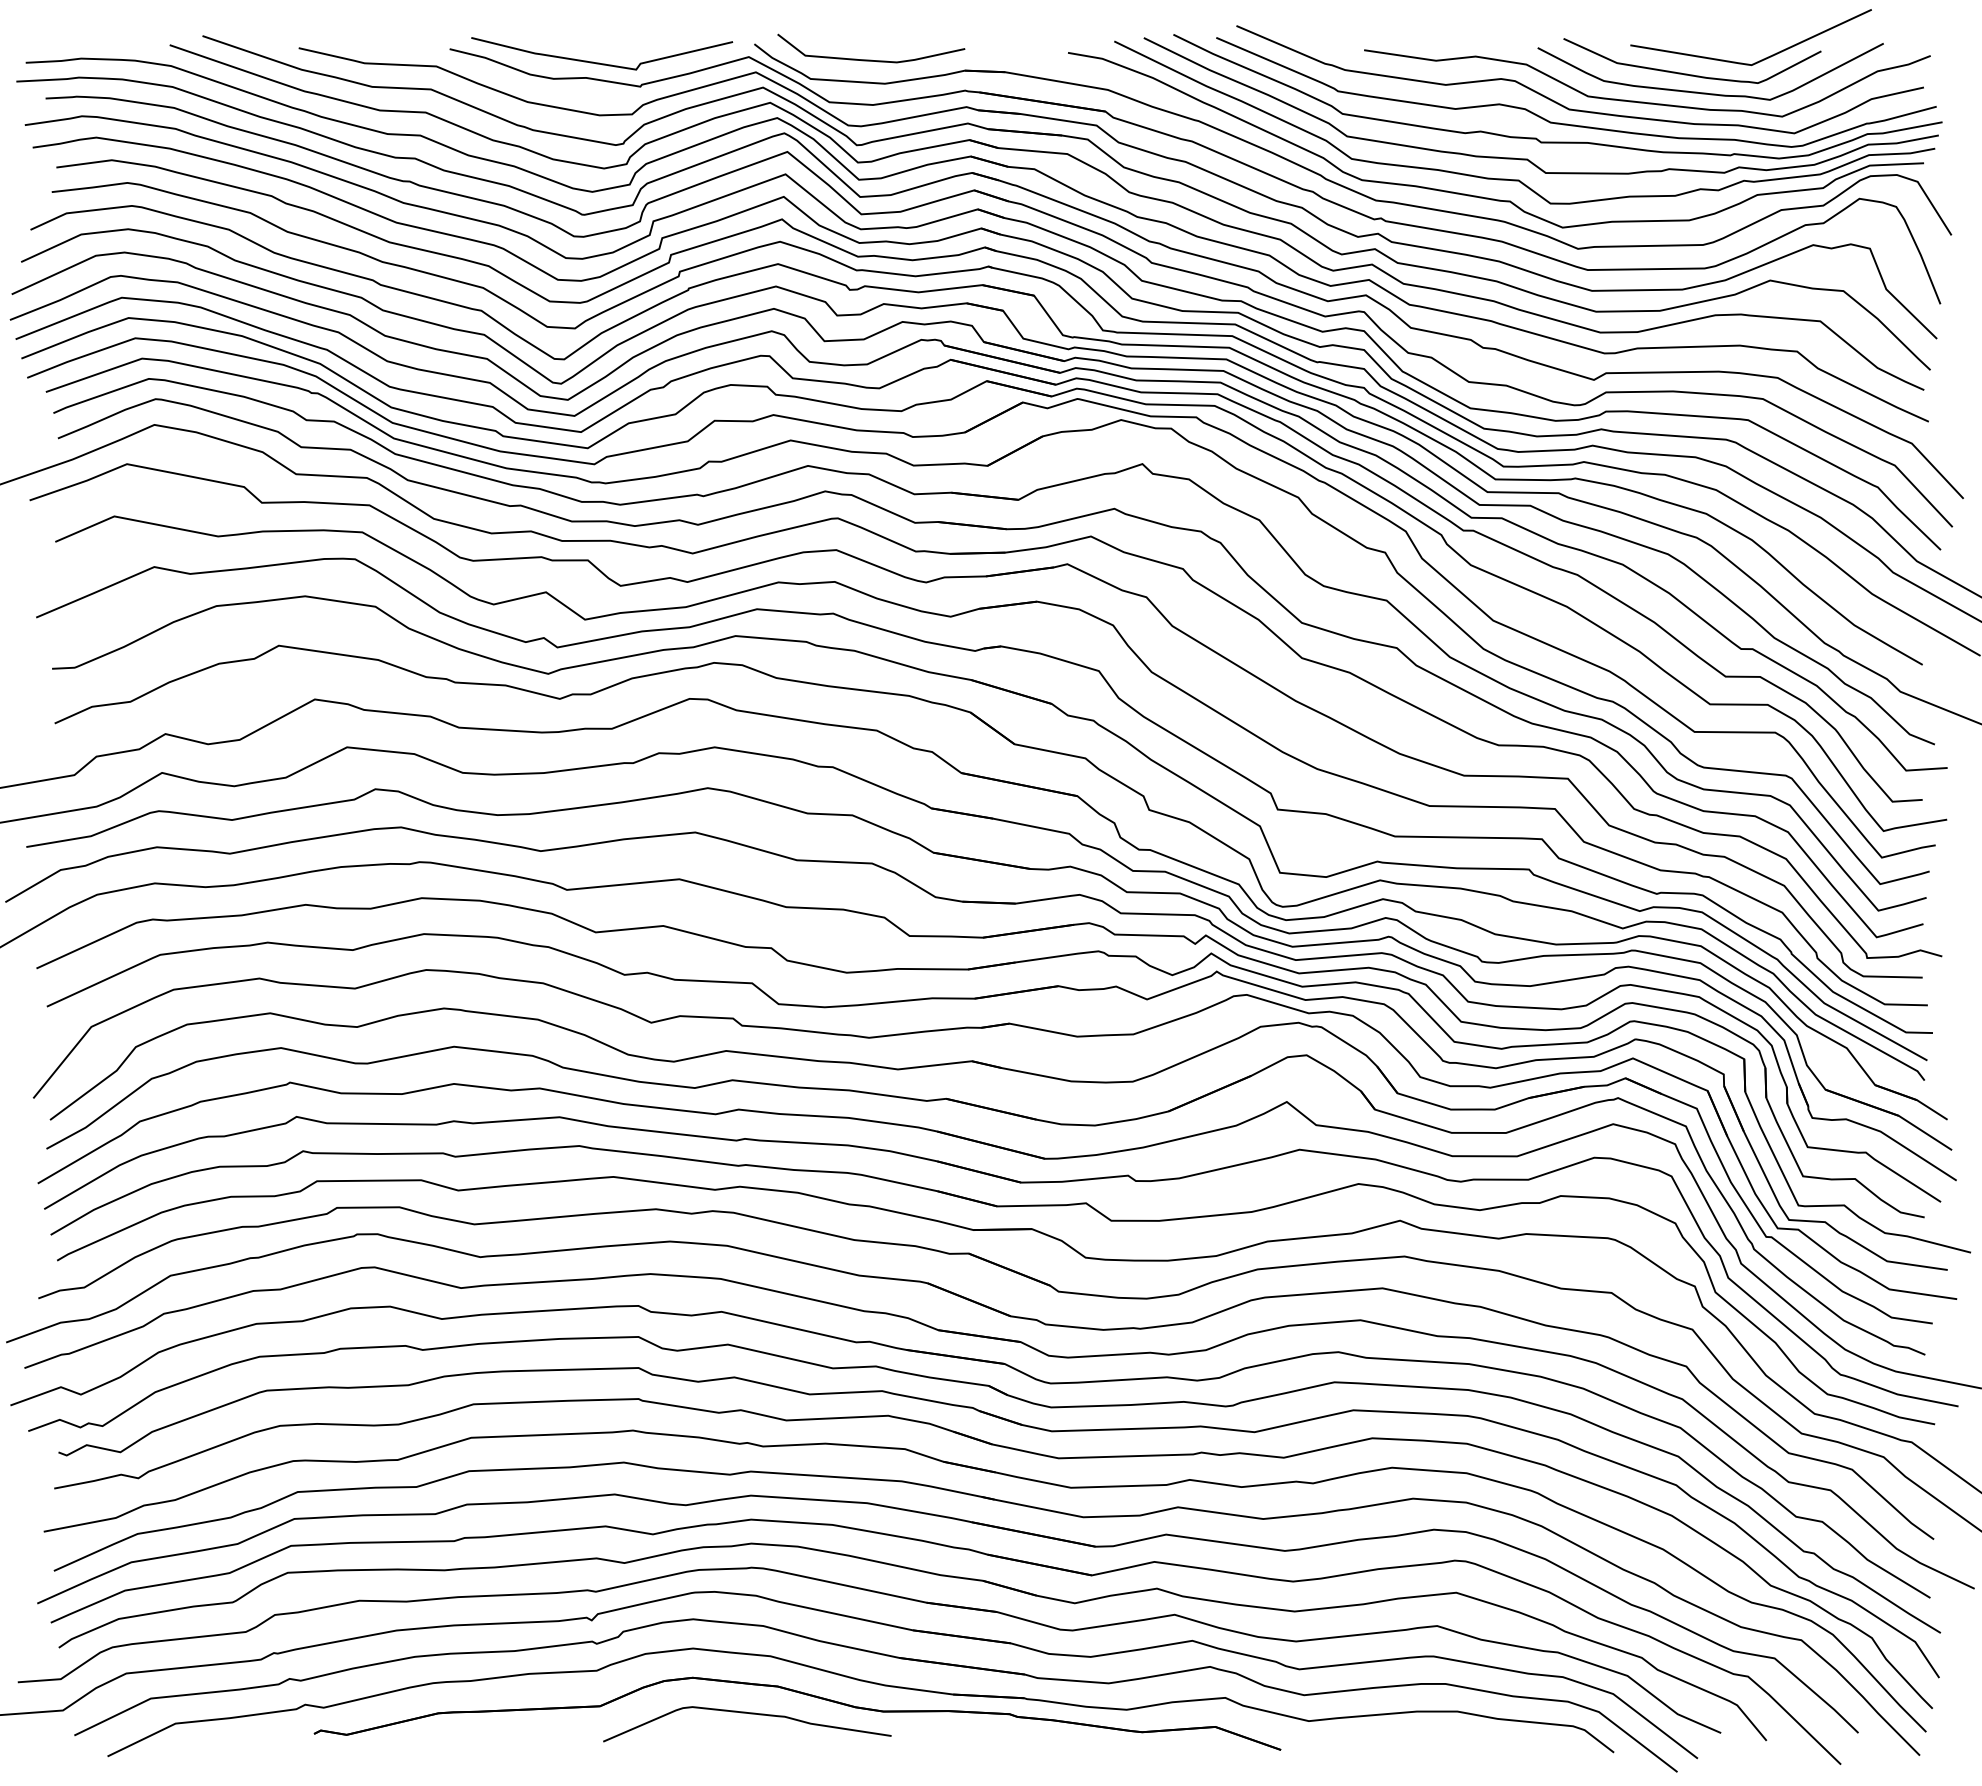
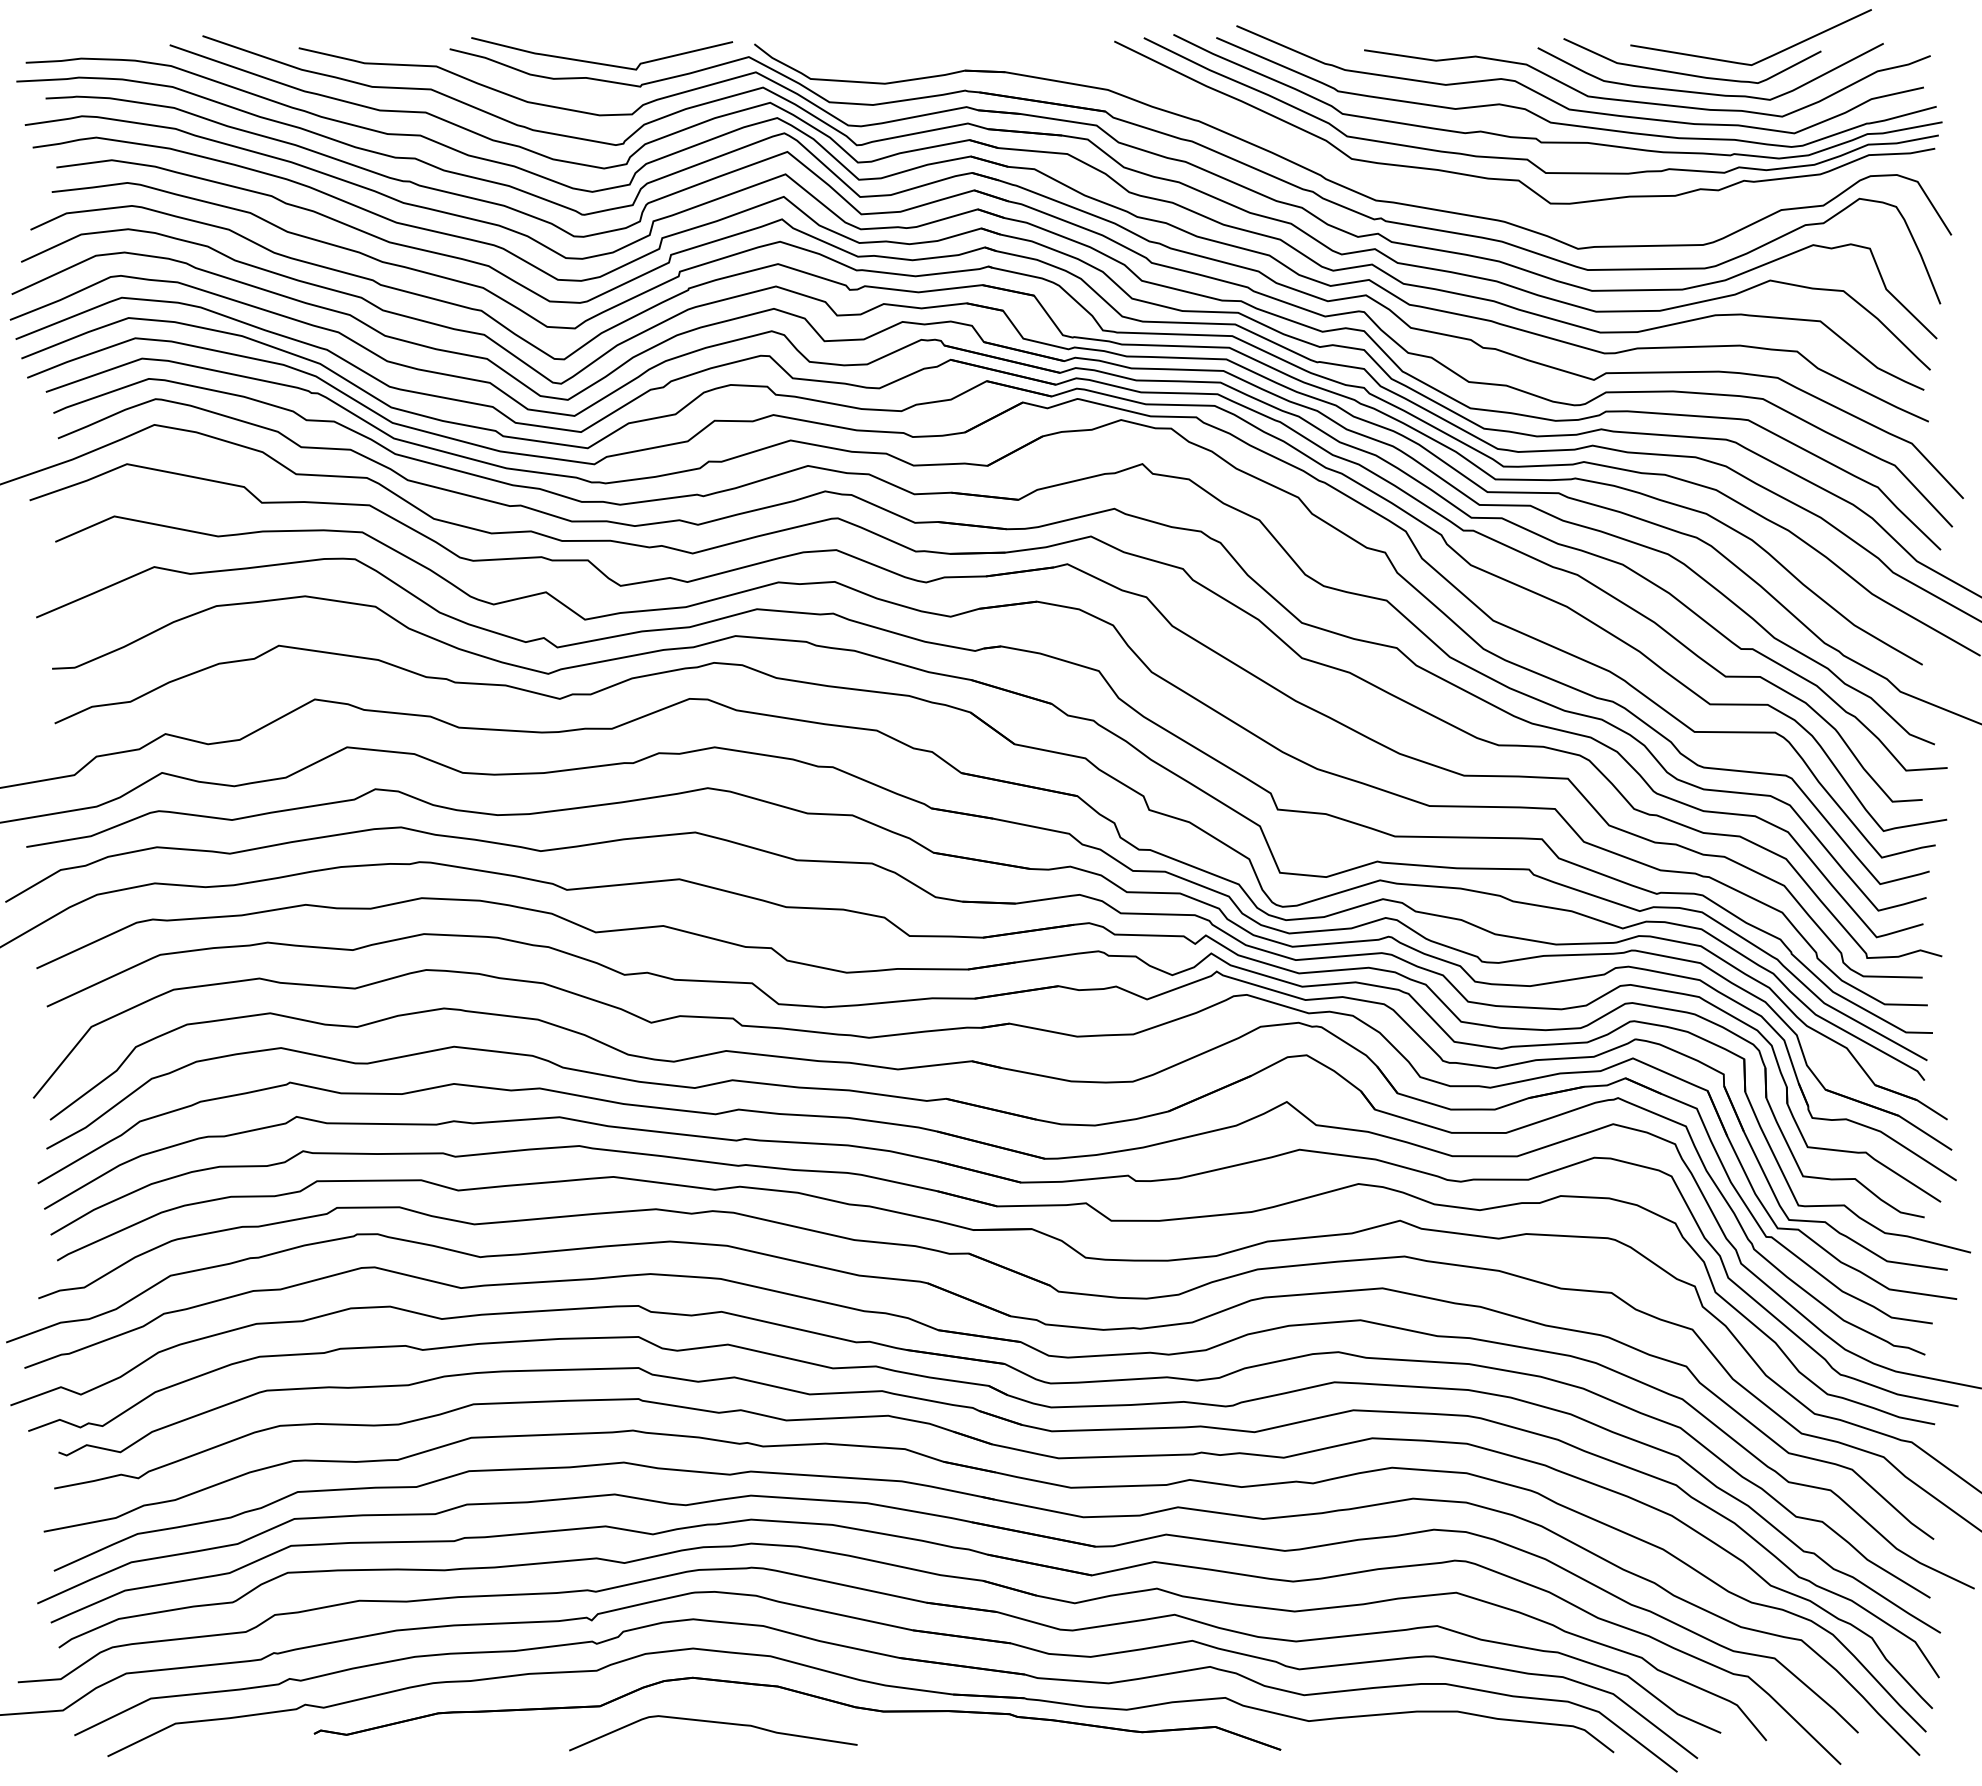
curve at (871, 59): present -> none
curve at (1488, 197): present -> none
curve at (749, 1714) position: (749, 1714) -> (715, 1723)
